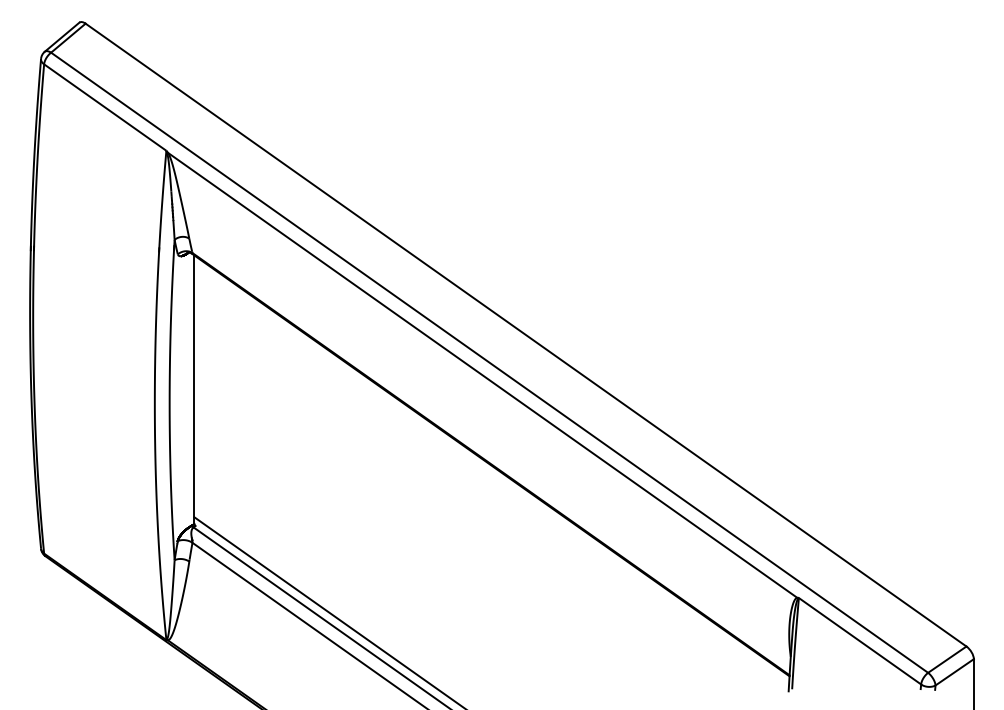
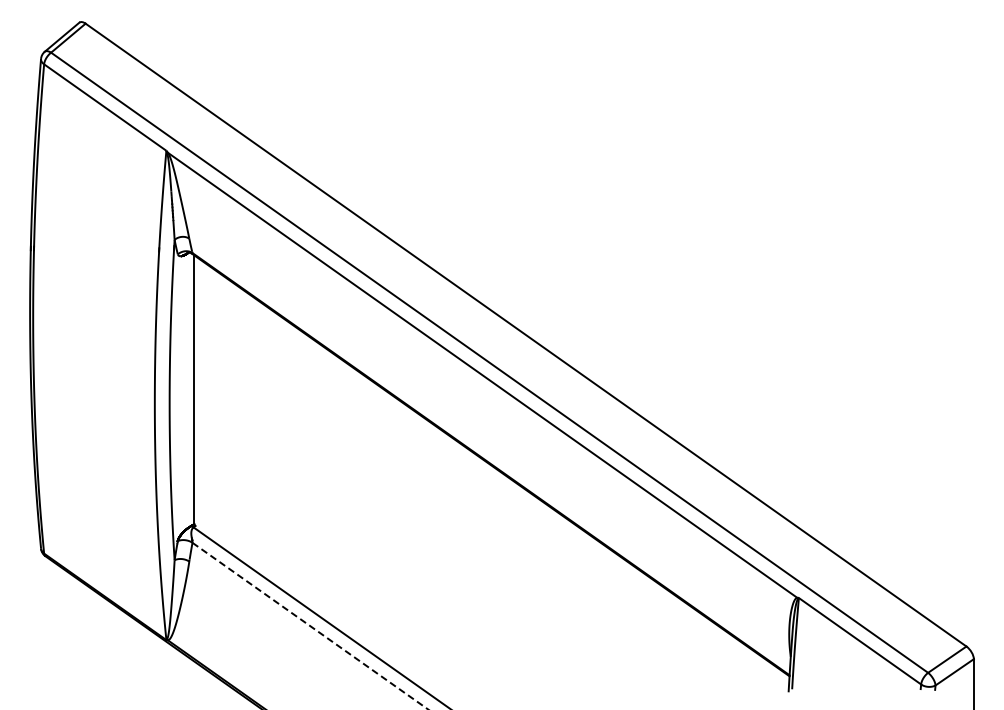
line at (328, 611): present -> none
line at (310, 626): solid -> dashed
